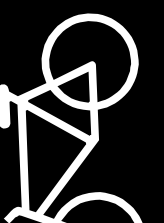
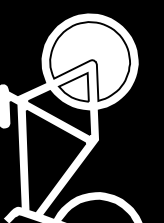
fill at (90, 61): present -> none
fill at (73, 87): present -> none
